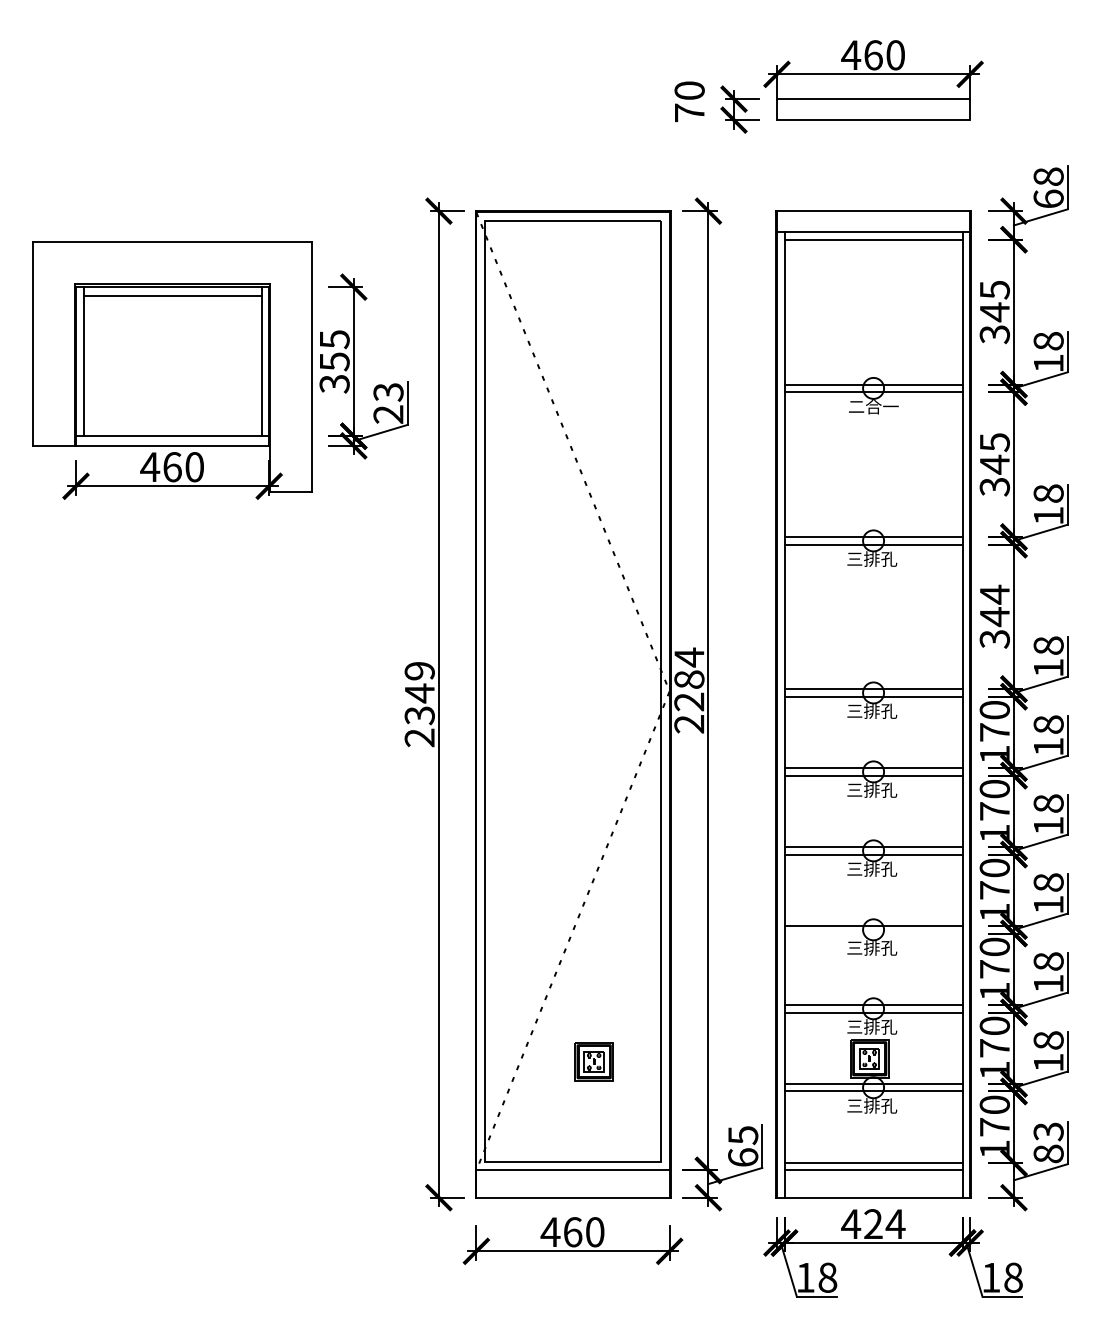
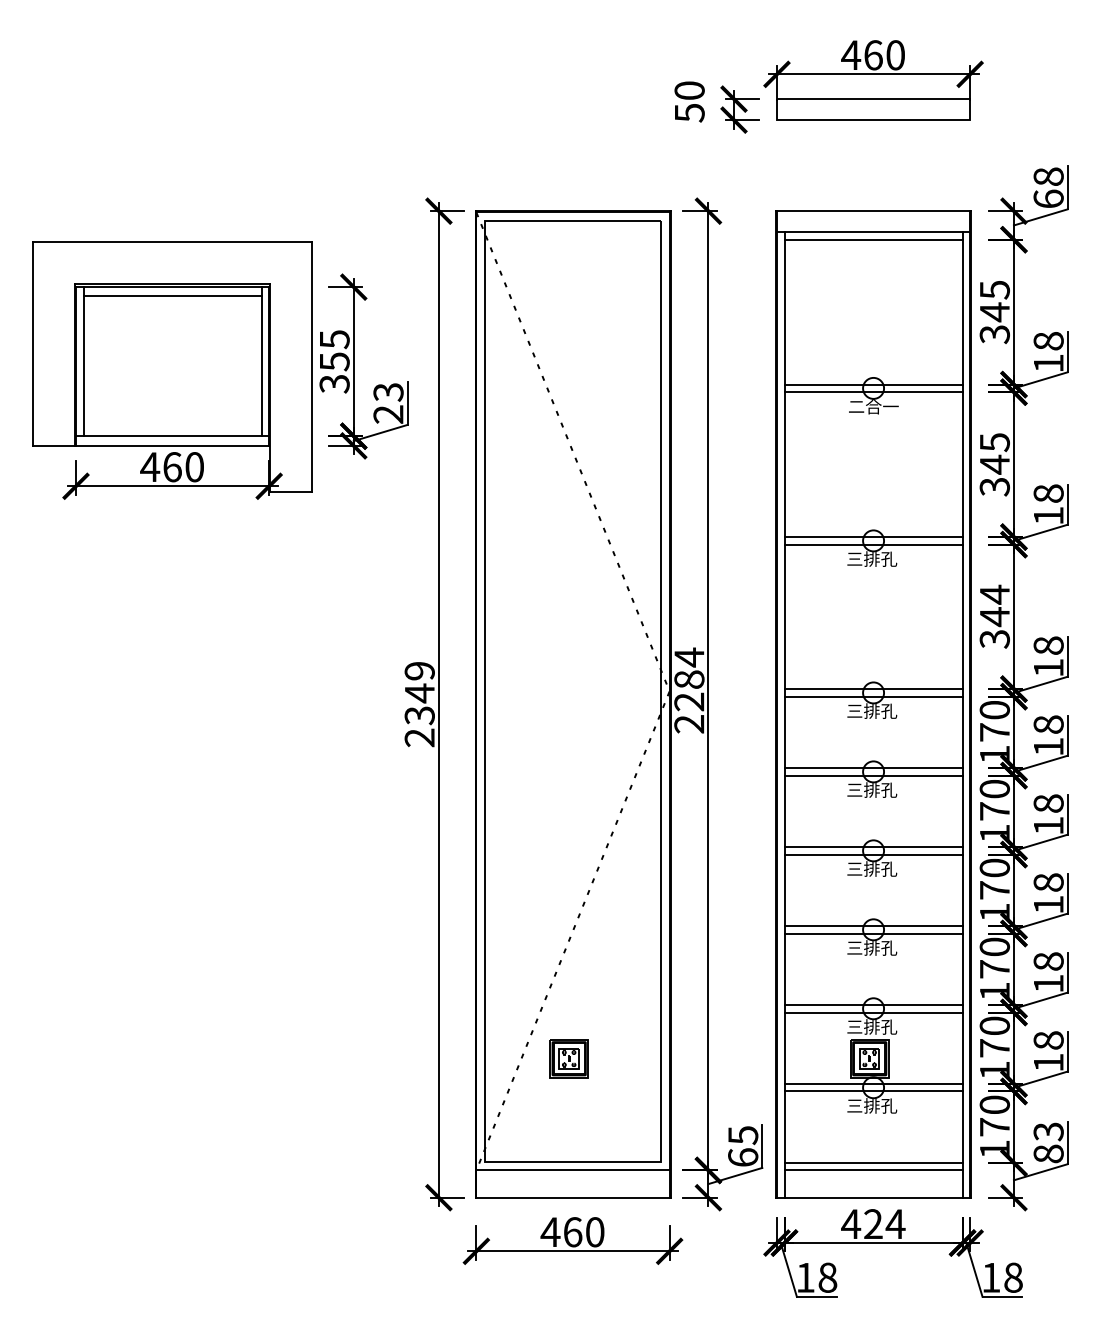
text at (689, 112): 70 -> 50
line at (873, 933): none -> present
part at (593, 1061) position: (593, 1061) -> (568, 1058)
